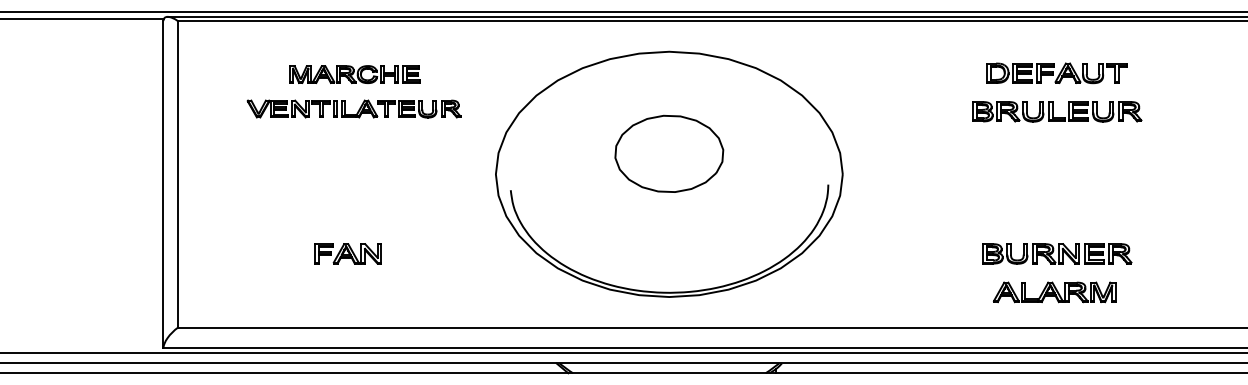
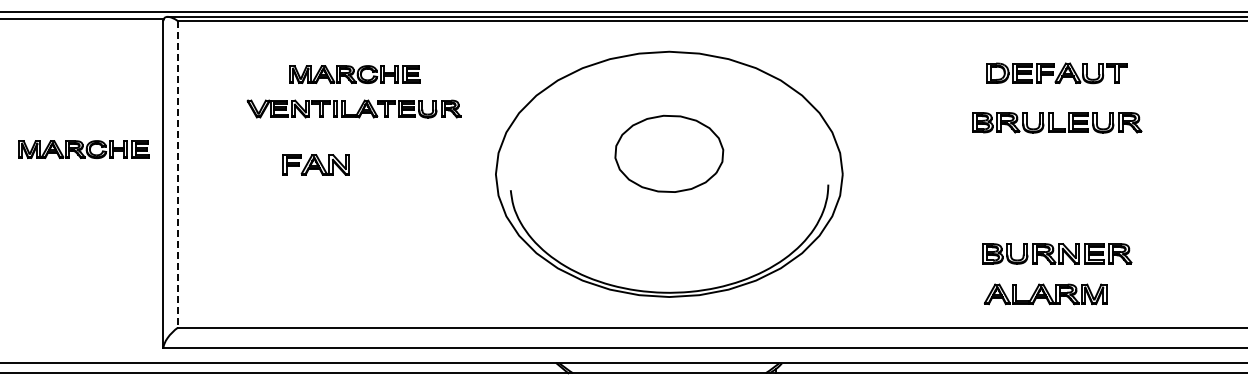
part at (1057, 111) position: (1057, 111) -> (1057, 122)
part at (83, 149): none -> present
line at (177, 174): solid -> dashed
part at (347, 253) position: (347, 253) -> (315, 164)
part at (1054, 292) position: (1054, 292) -> (1045, 294)
line at (623, 353): present -> none
